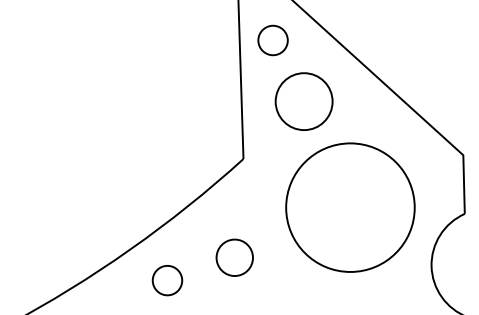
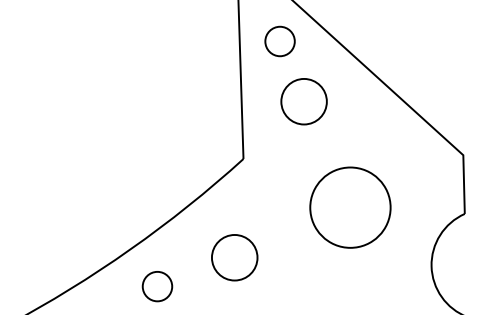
circle at (272, 40) position: (272, 40) -> (279, 41)
circle at (303, 101) size: 60x59 px -> 48x48 px
circle at (350, 207) diameter: 129 px -> 80 px
circle at (234, 257) size: 39x39 px -> 48x48 px
circle at (167, 280) position: (167, 280) -> (157, 286)
